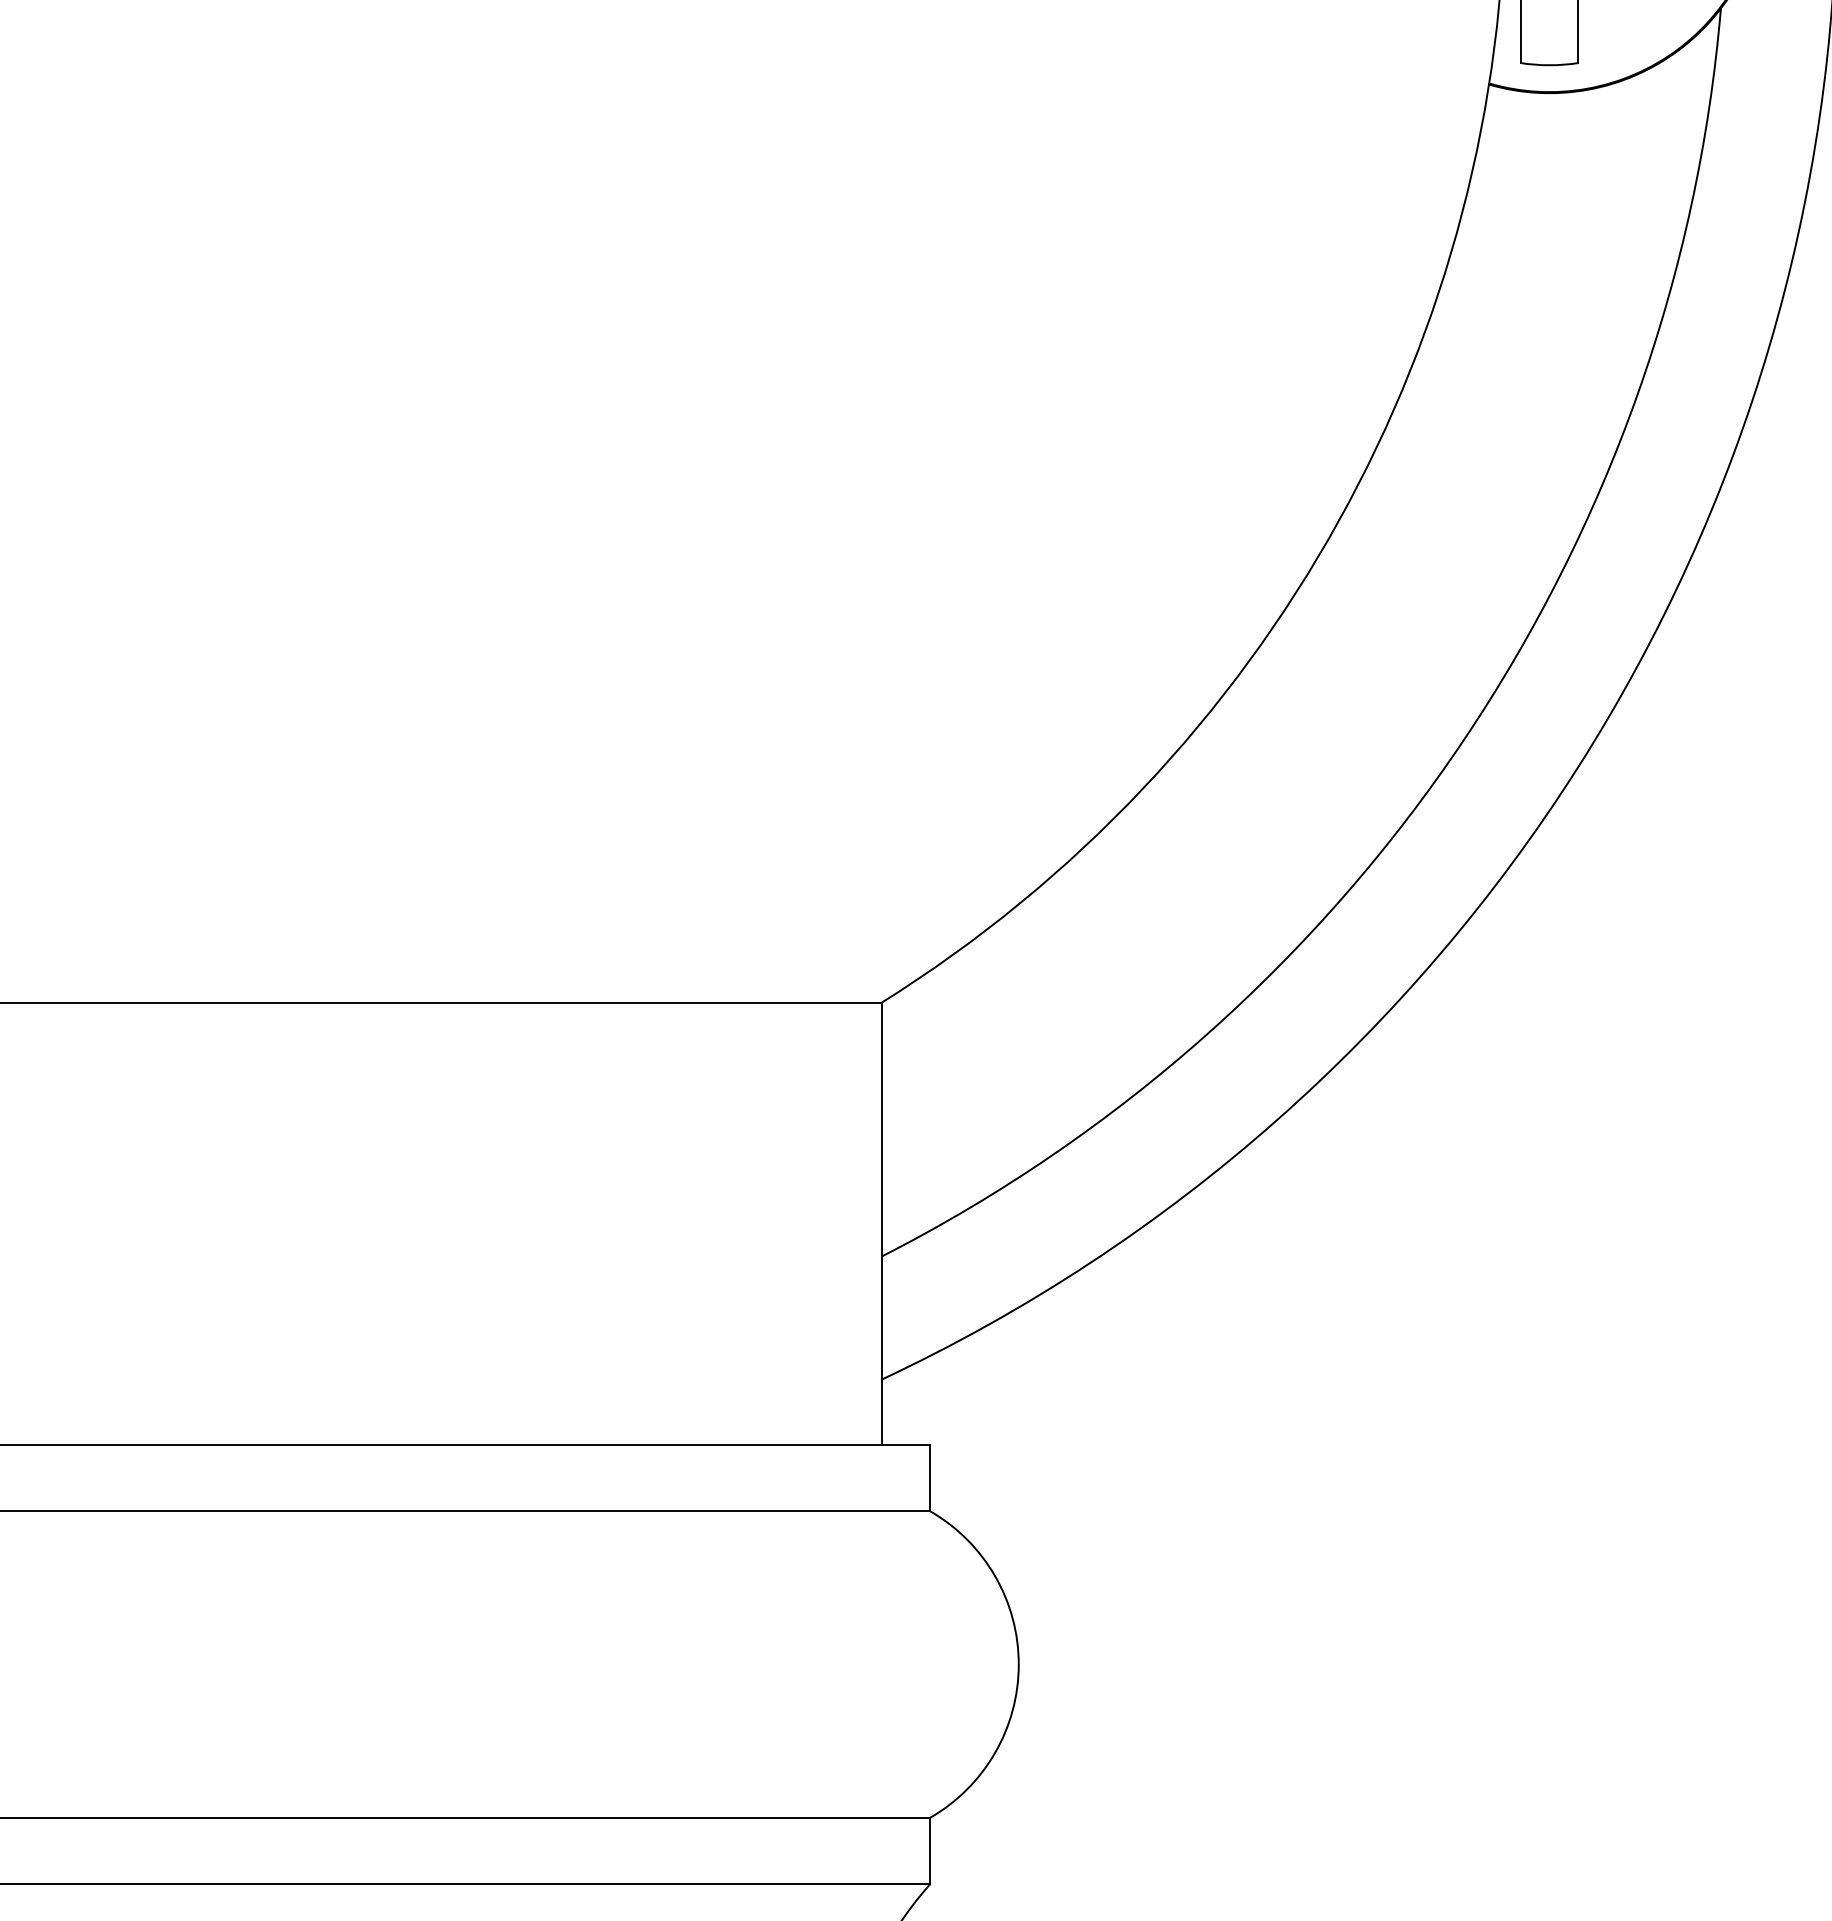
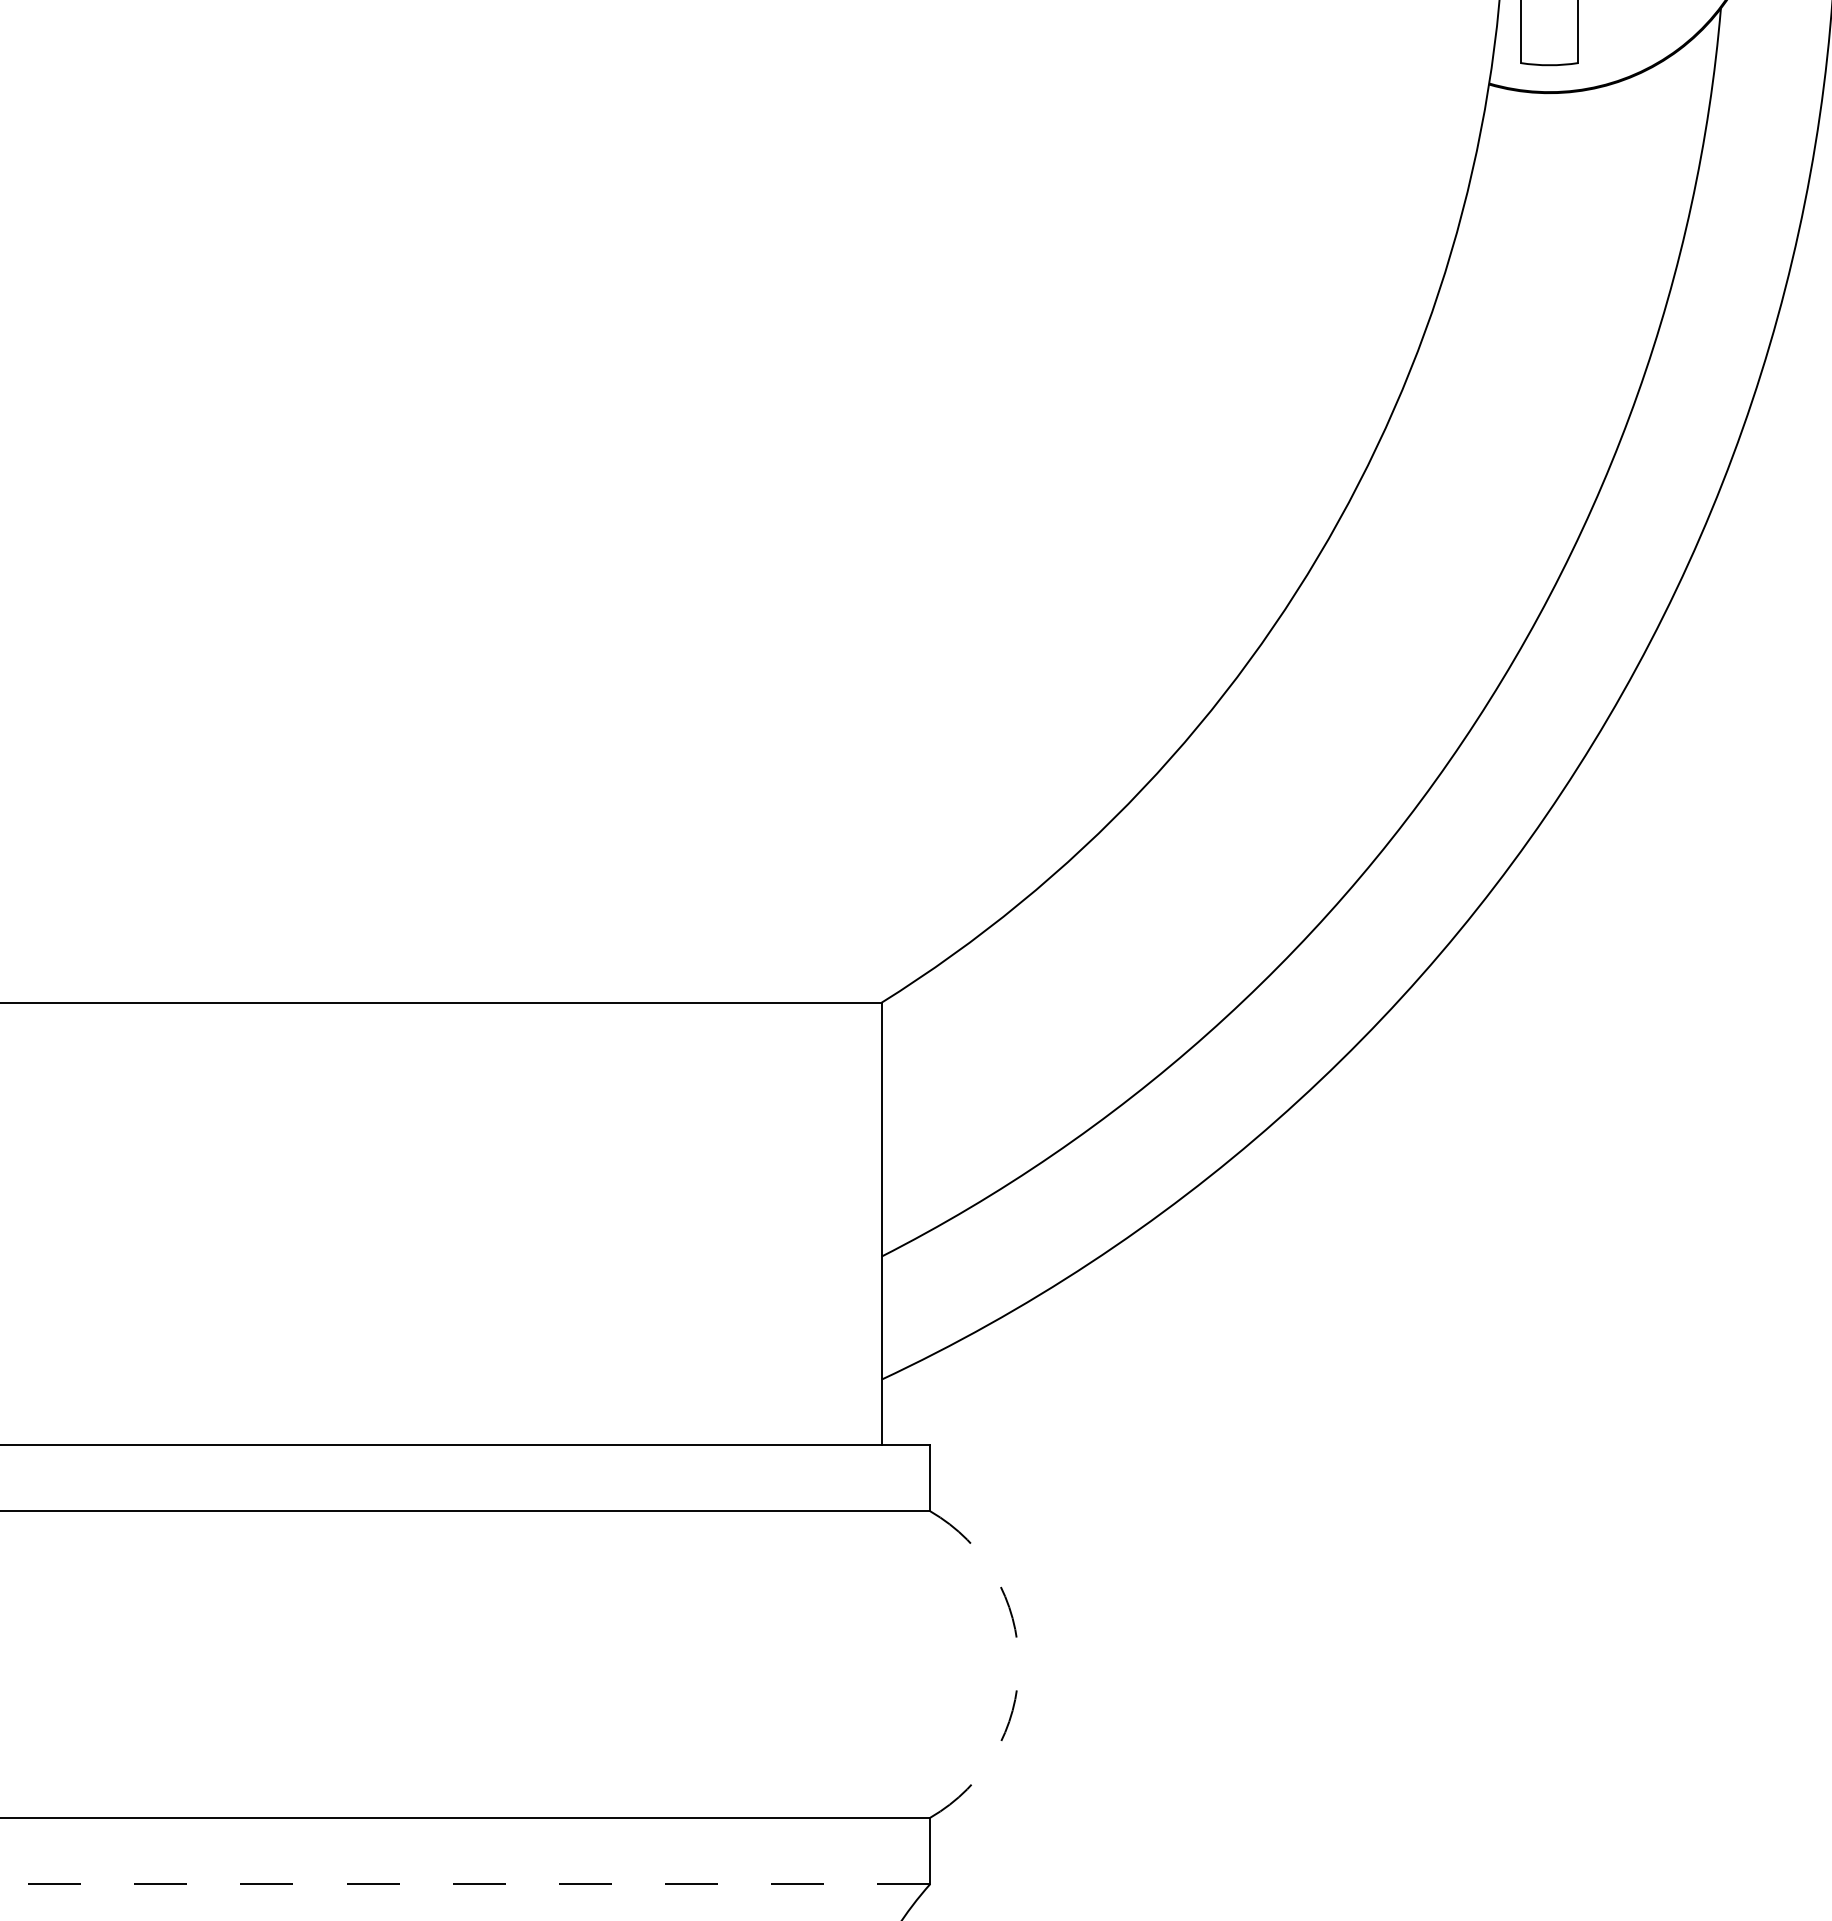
arc at (1018, 1664): solid -> dashed
line at (465, 1884): solid -> dashed
